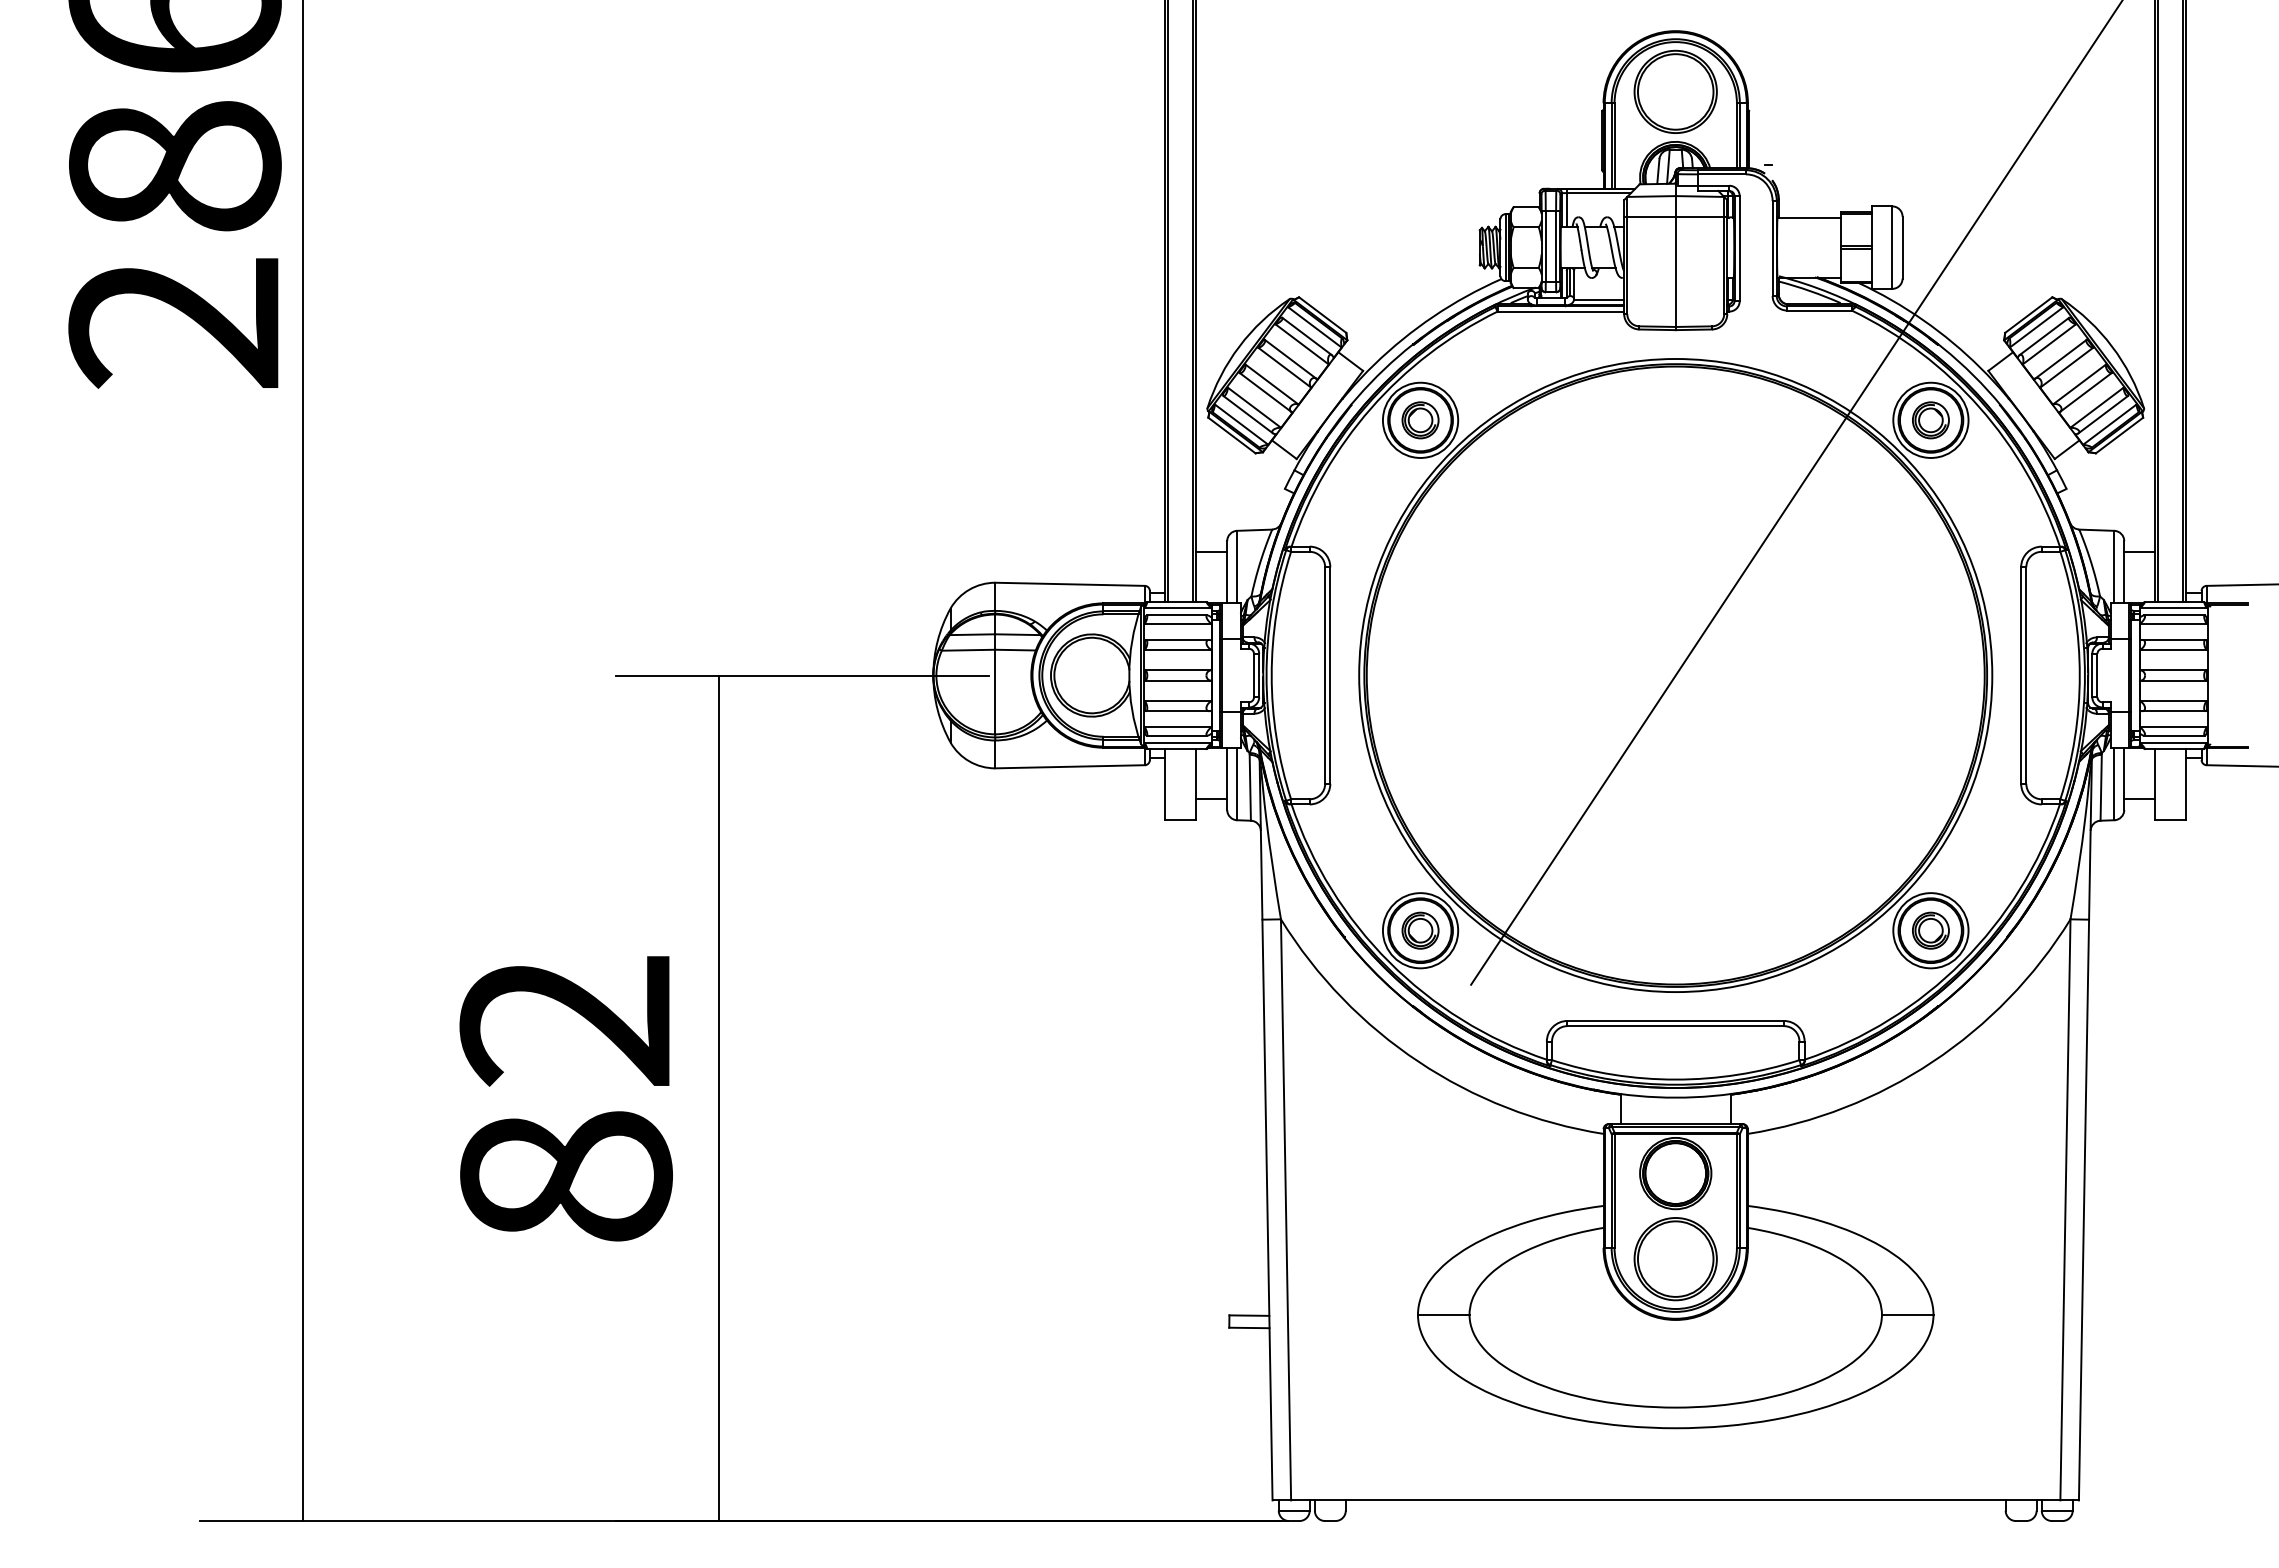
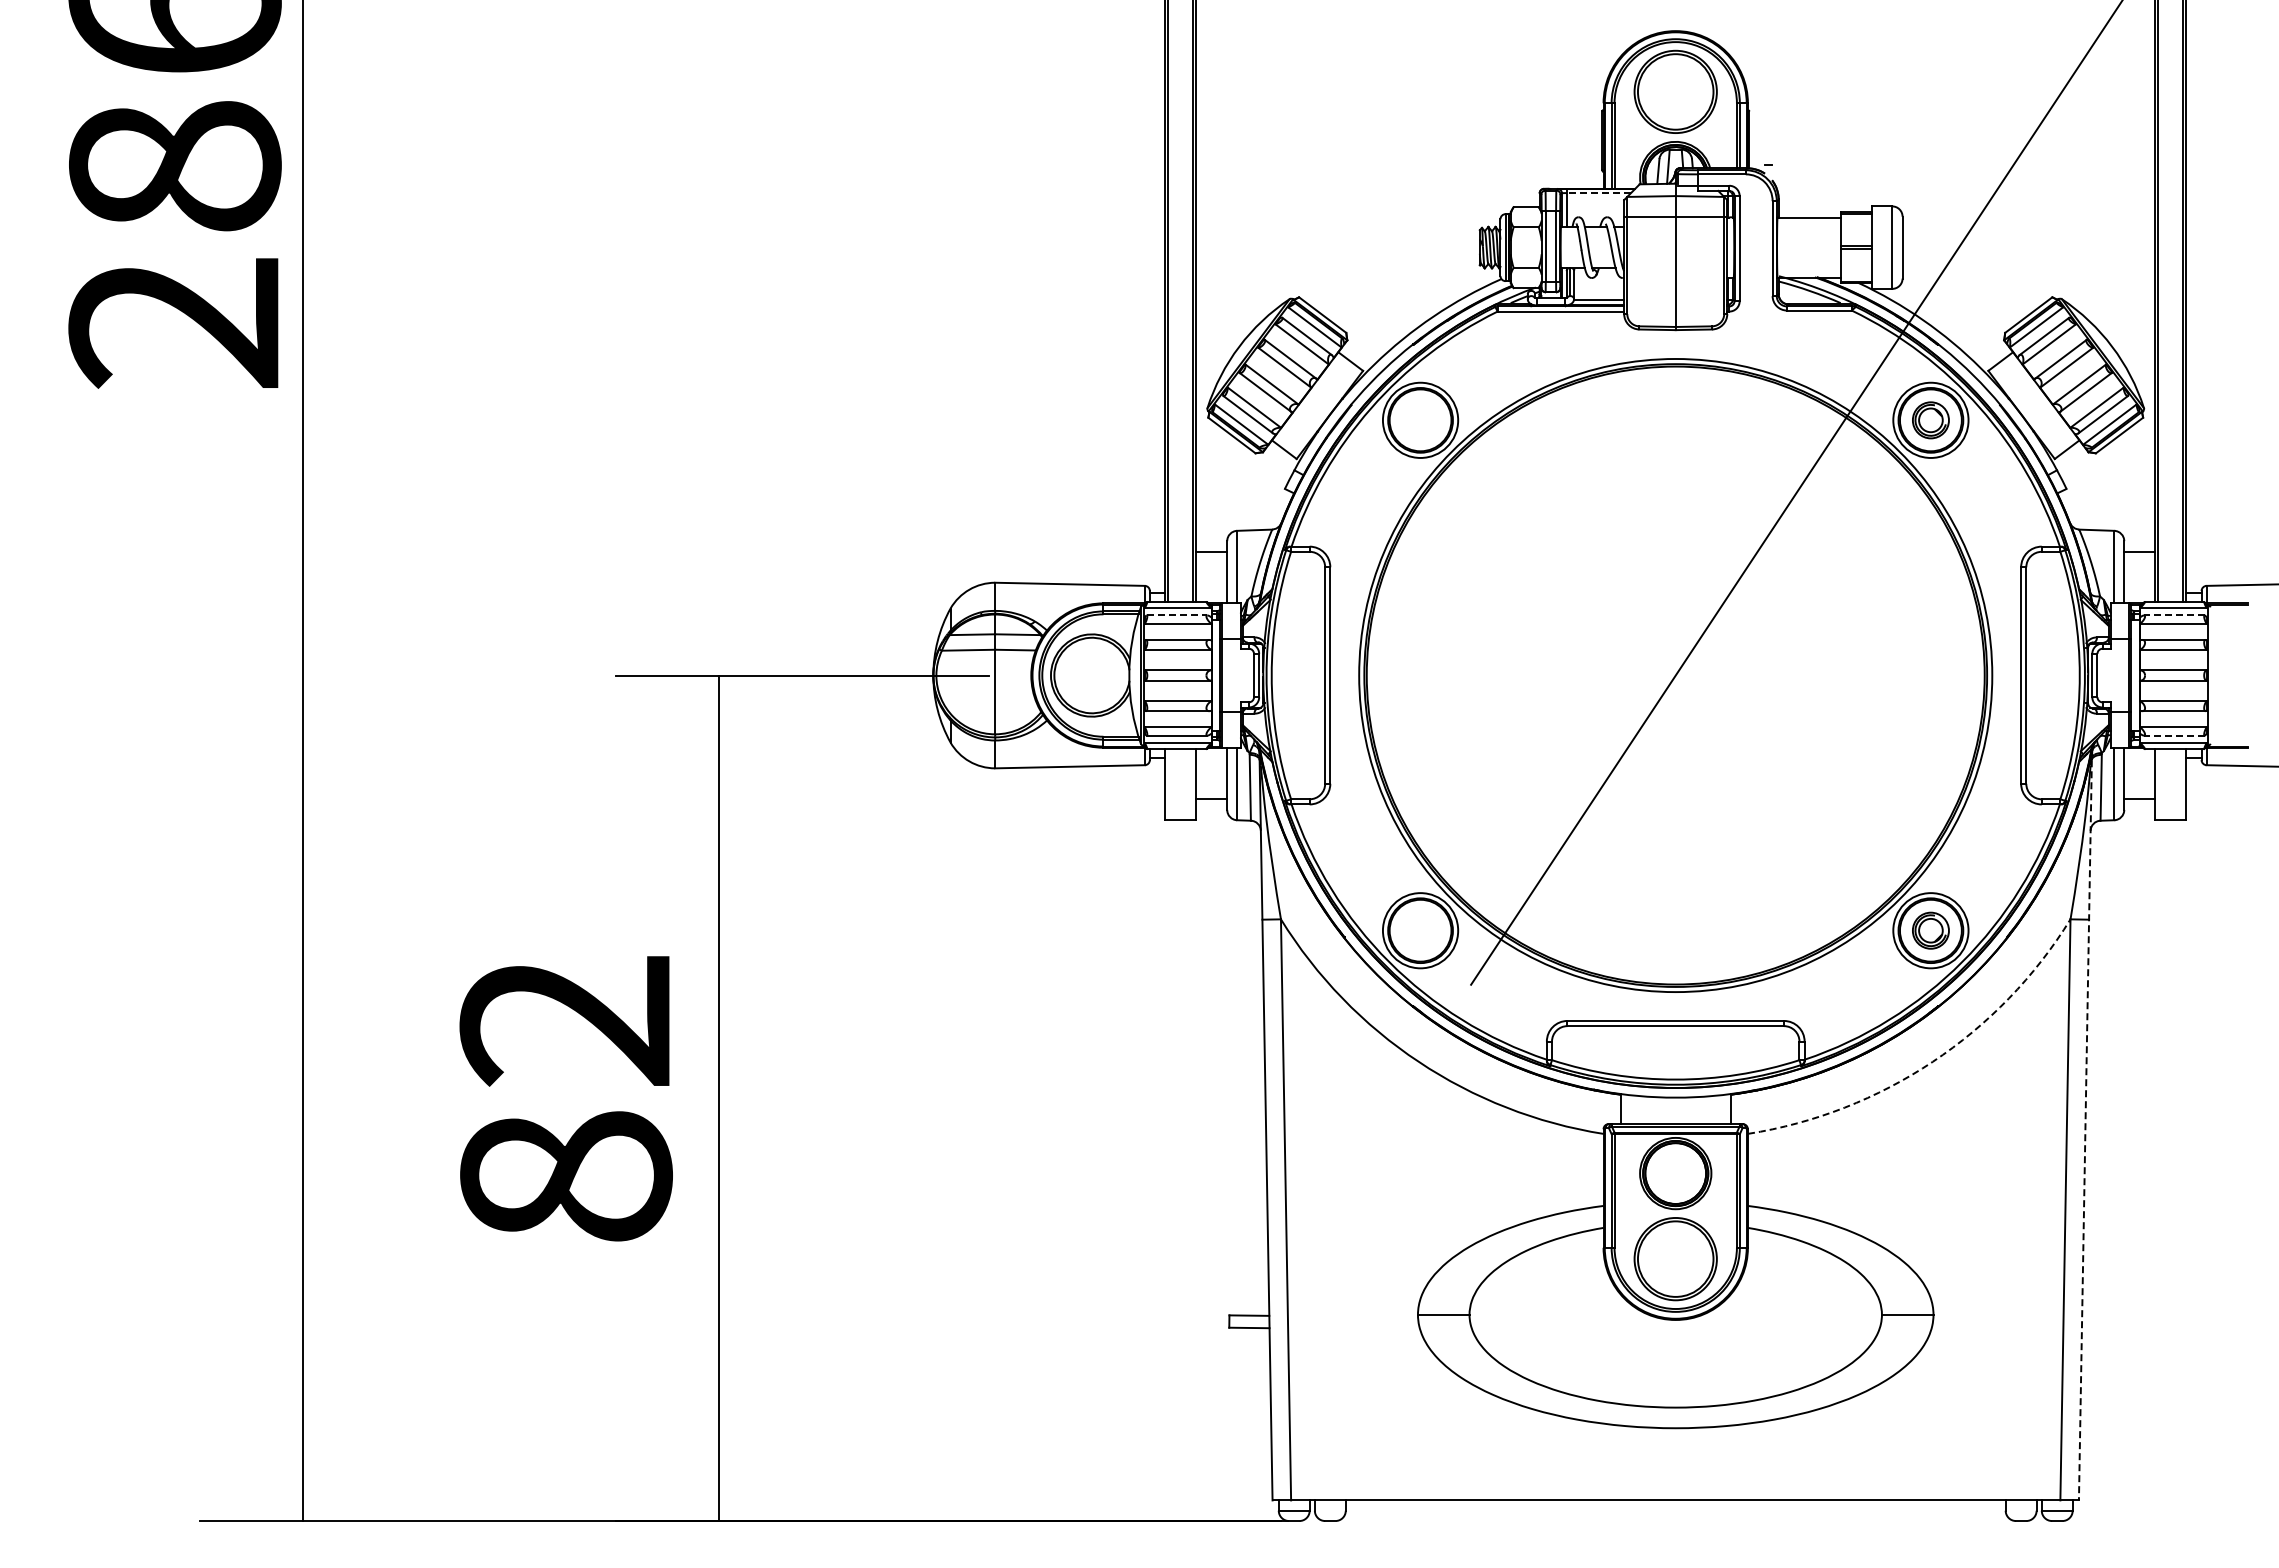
line at (1599, 193): solid -> dashed
part at (1420, 420): present -> none
line at (1177, 615): solid -> dashed
line at (2173, 615): solid -> dashed
line at (2173, 735): solid -> dashed
part at (1420, 930): present -> none
arc at (1932, 1061): solid -> dashed
line at (2085, 1130): solid -> dashed
